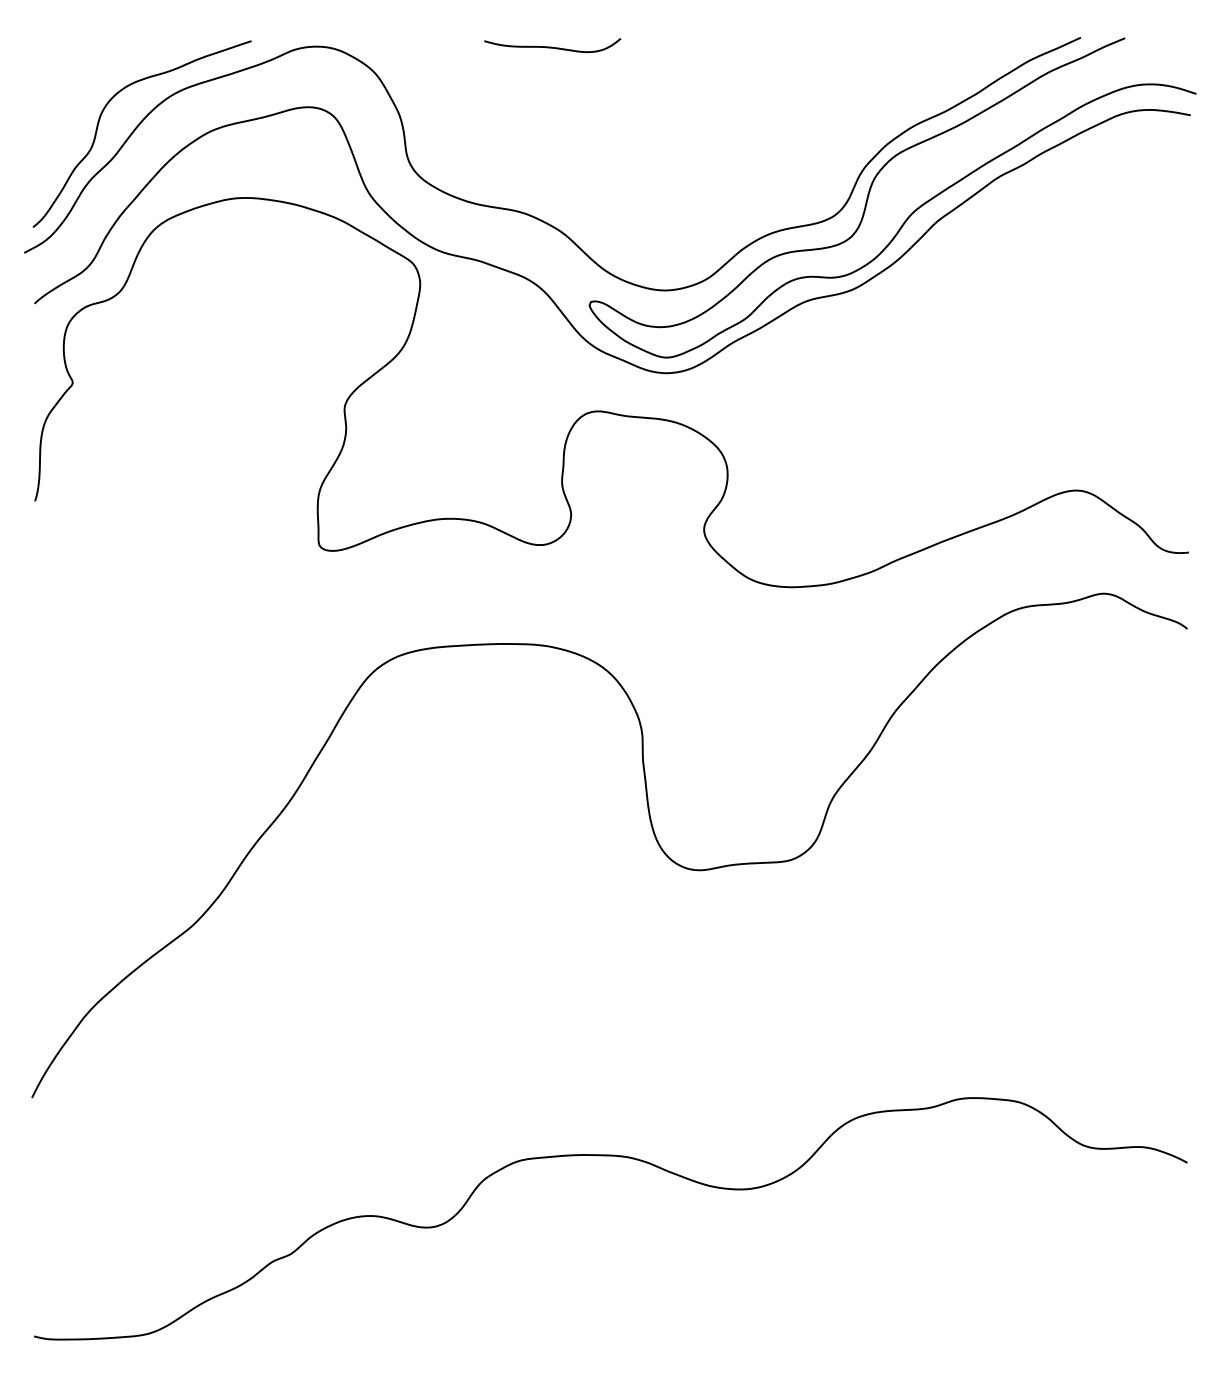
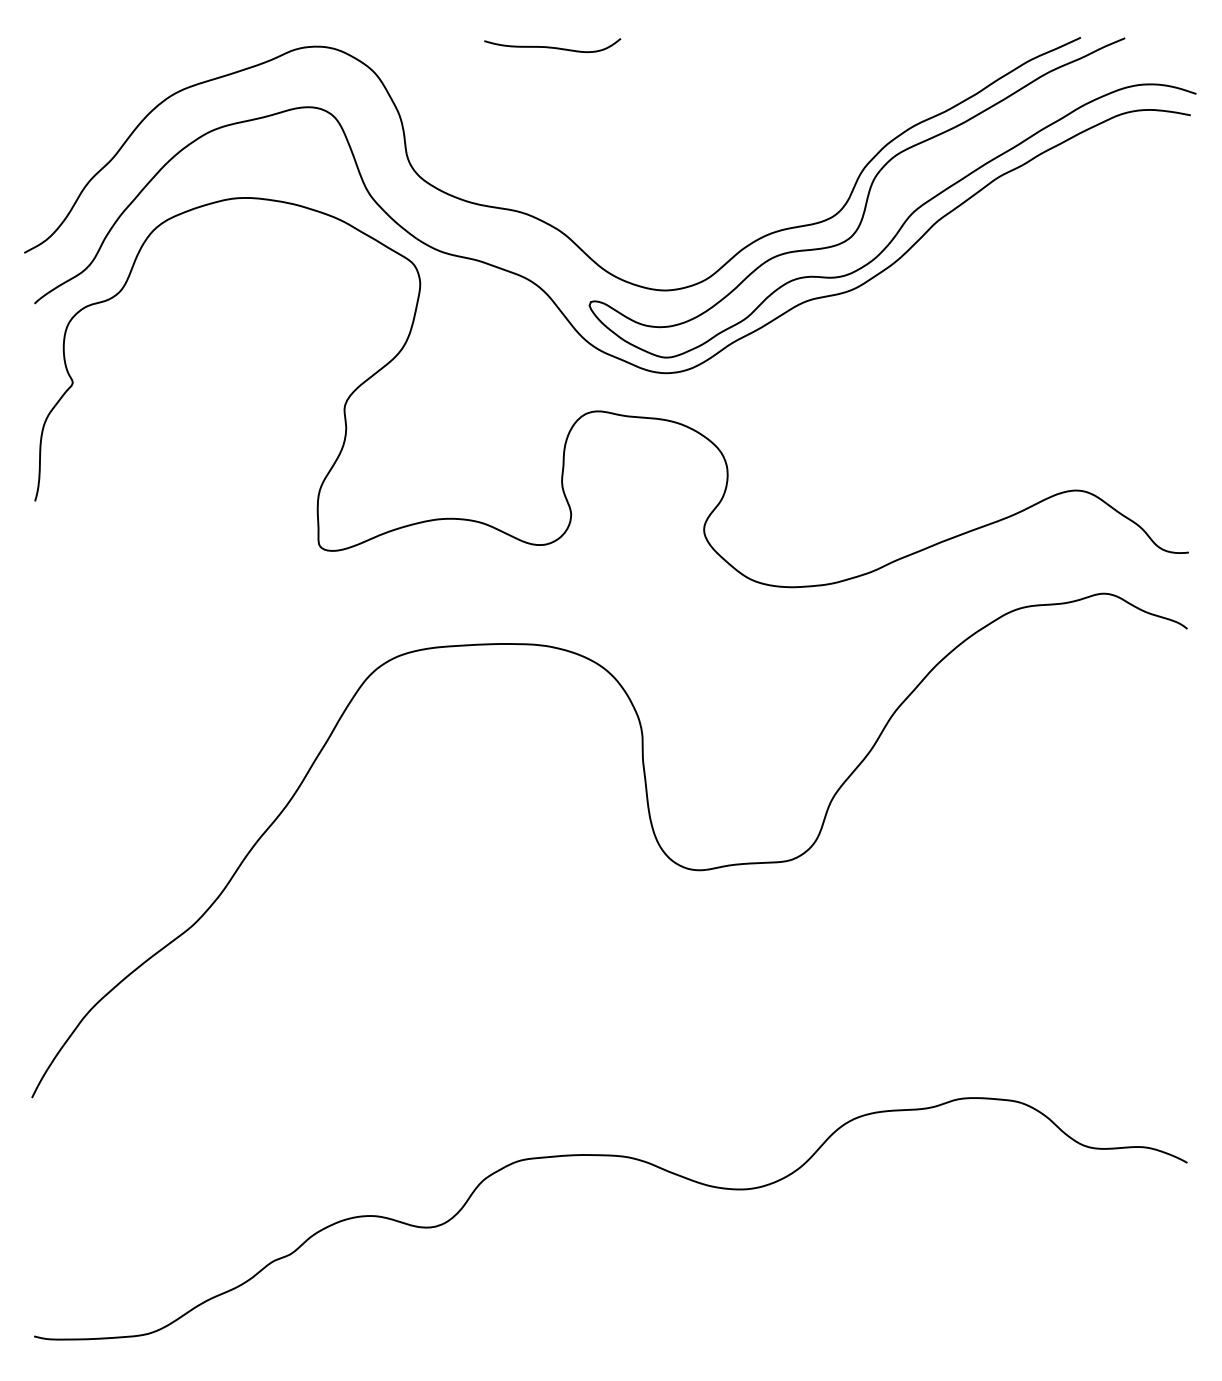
curve at (99, 123): present -> none
